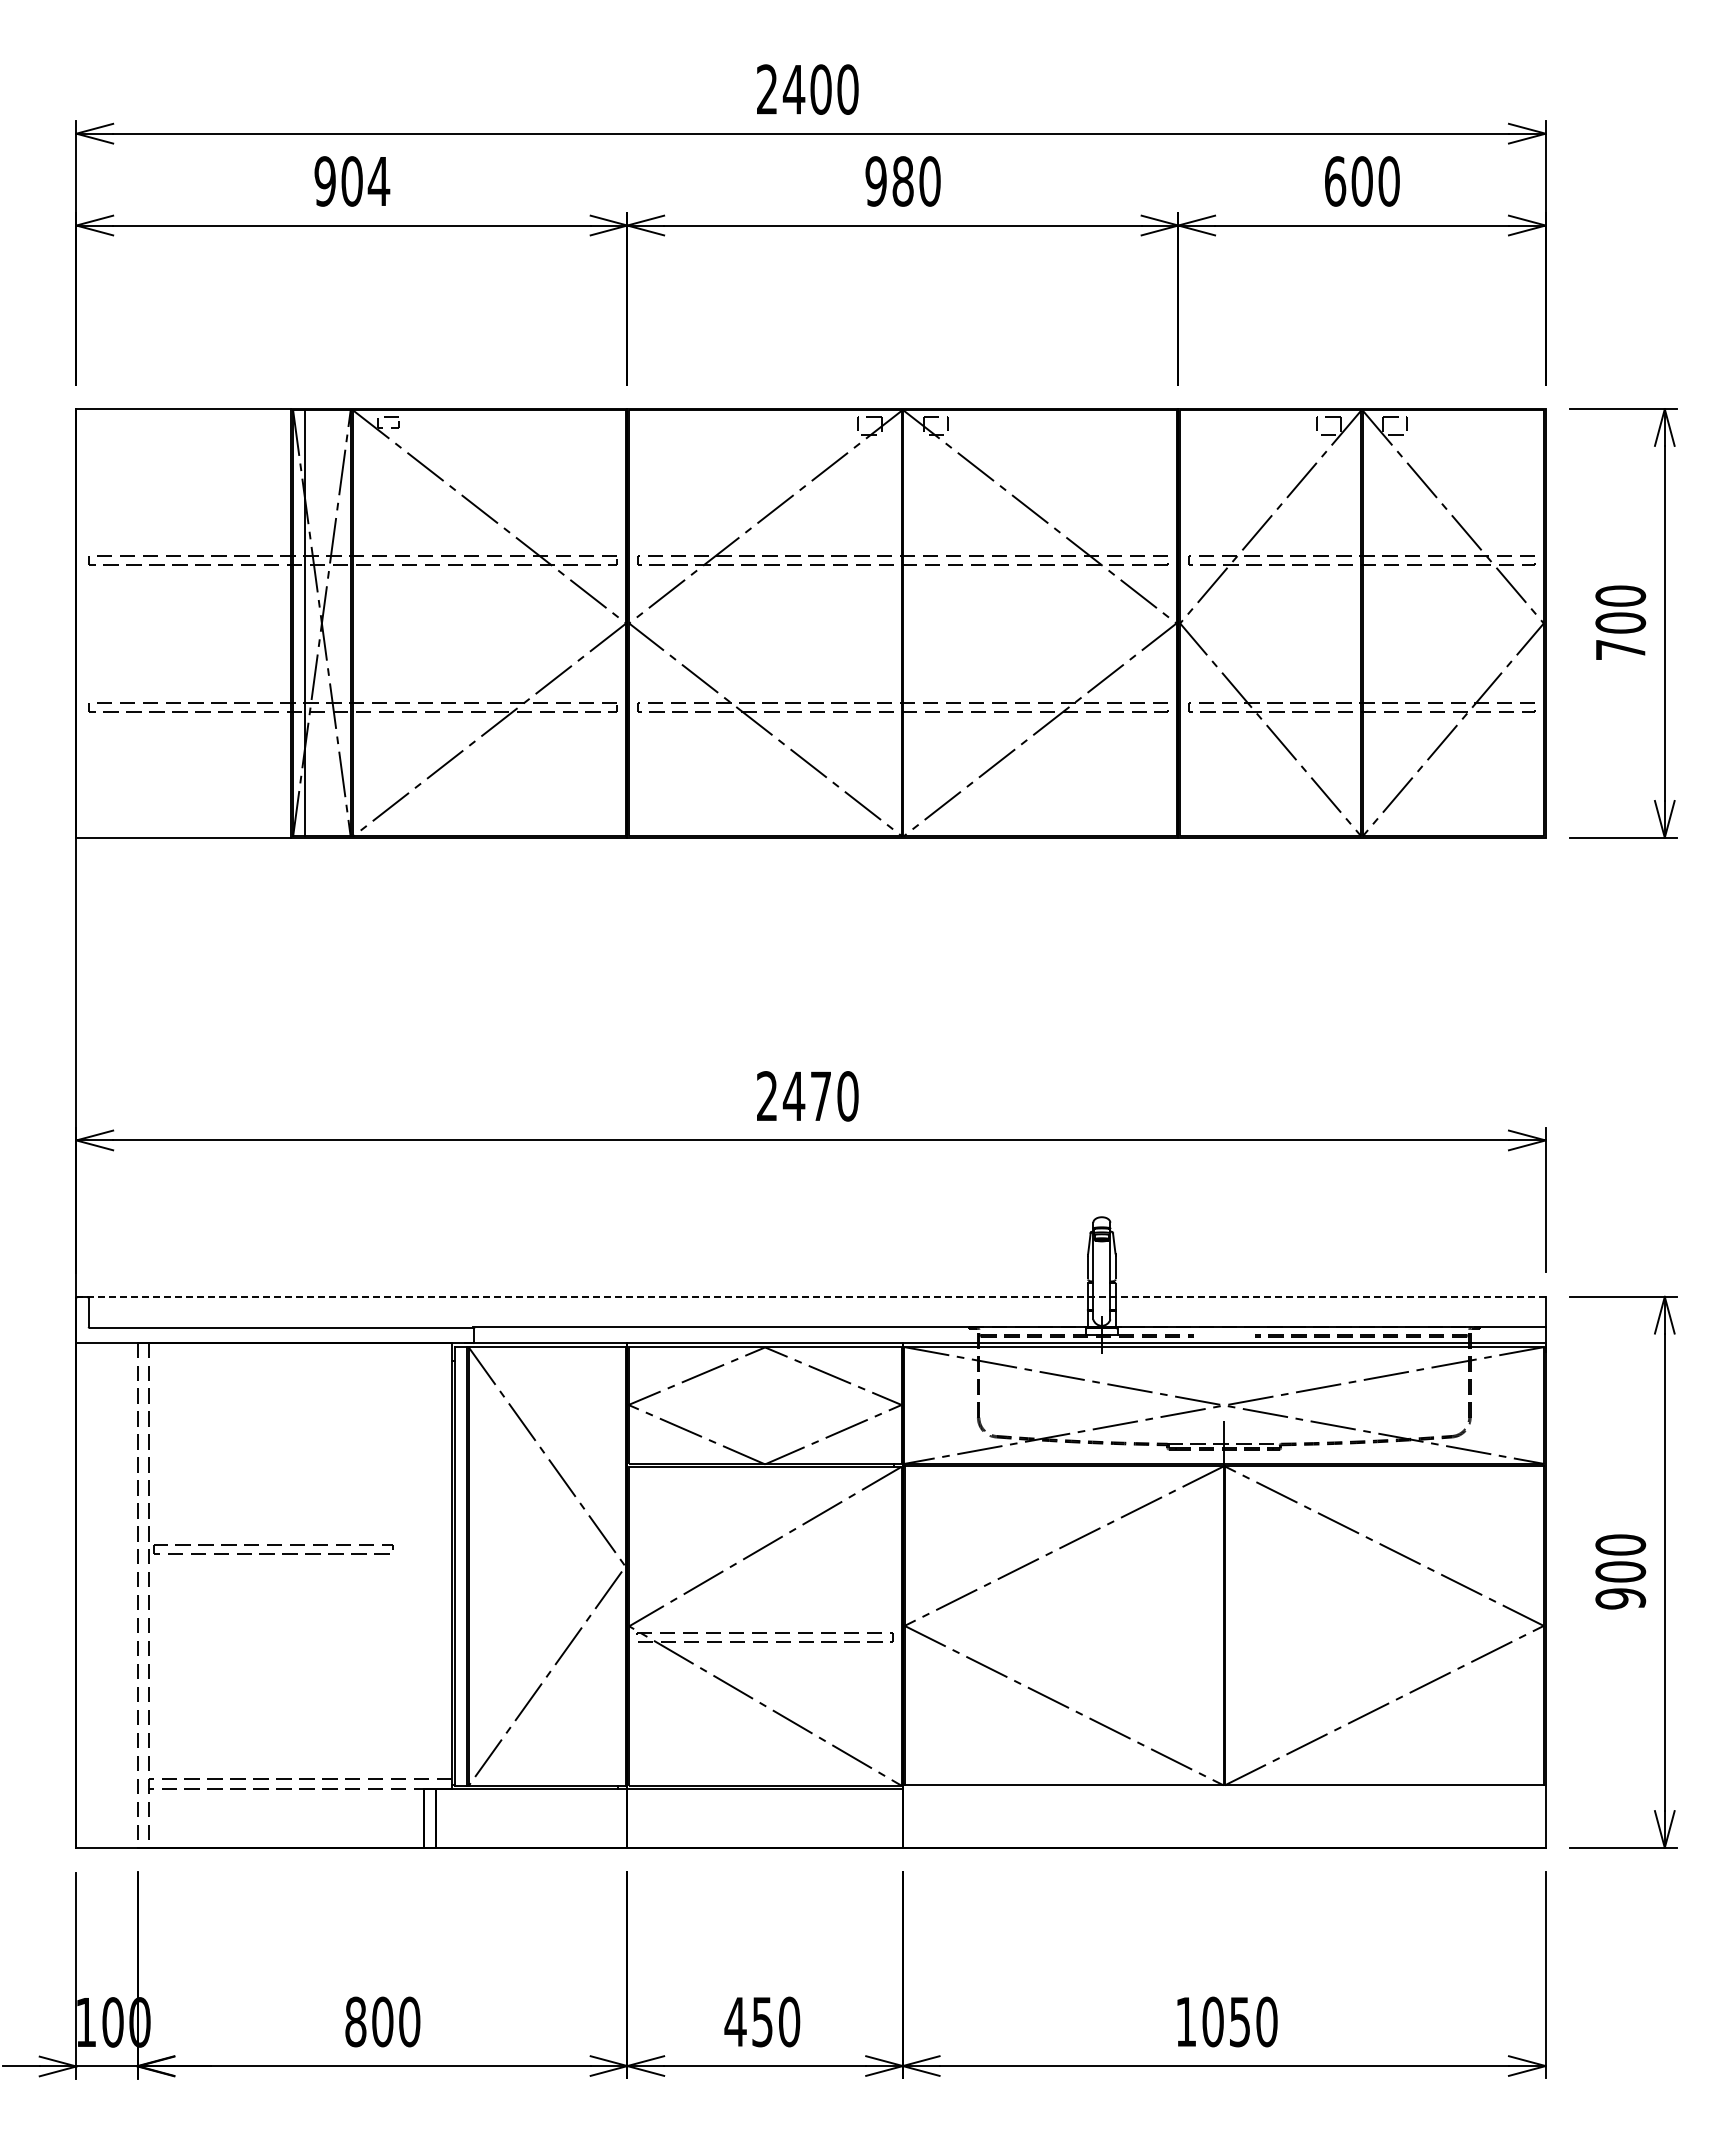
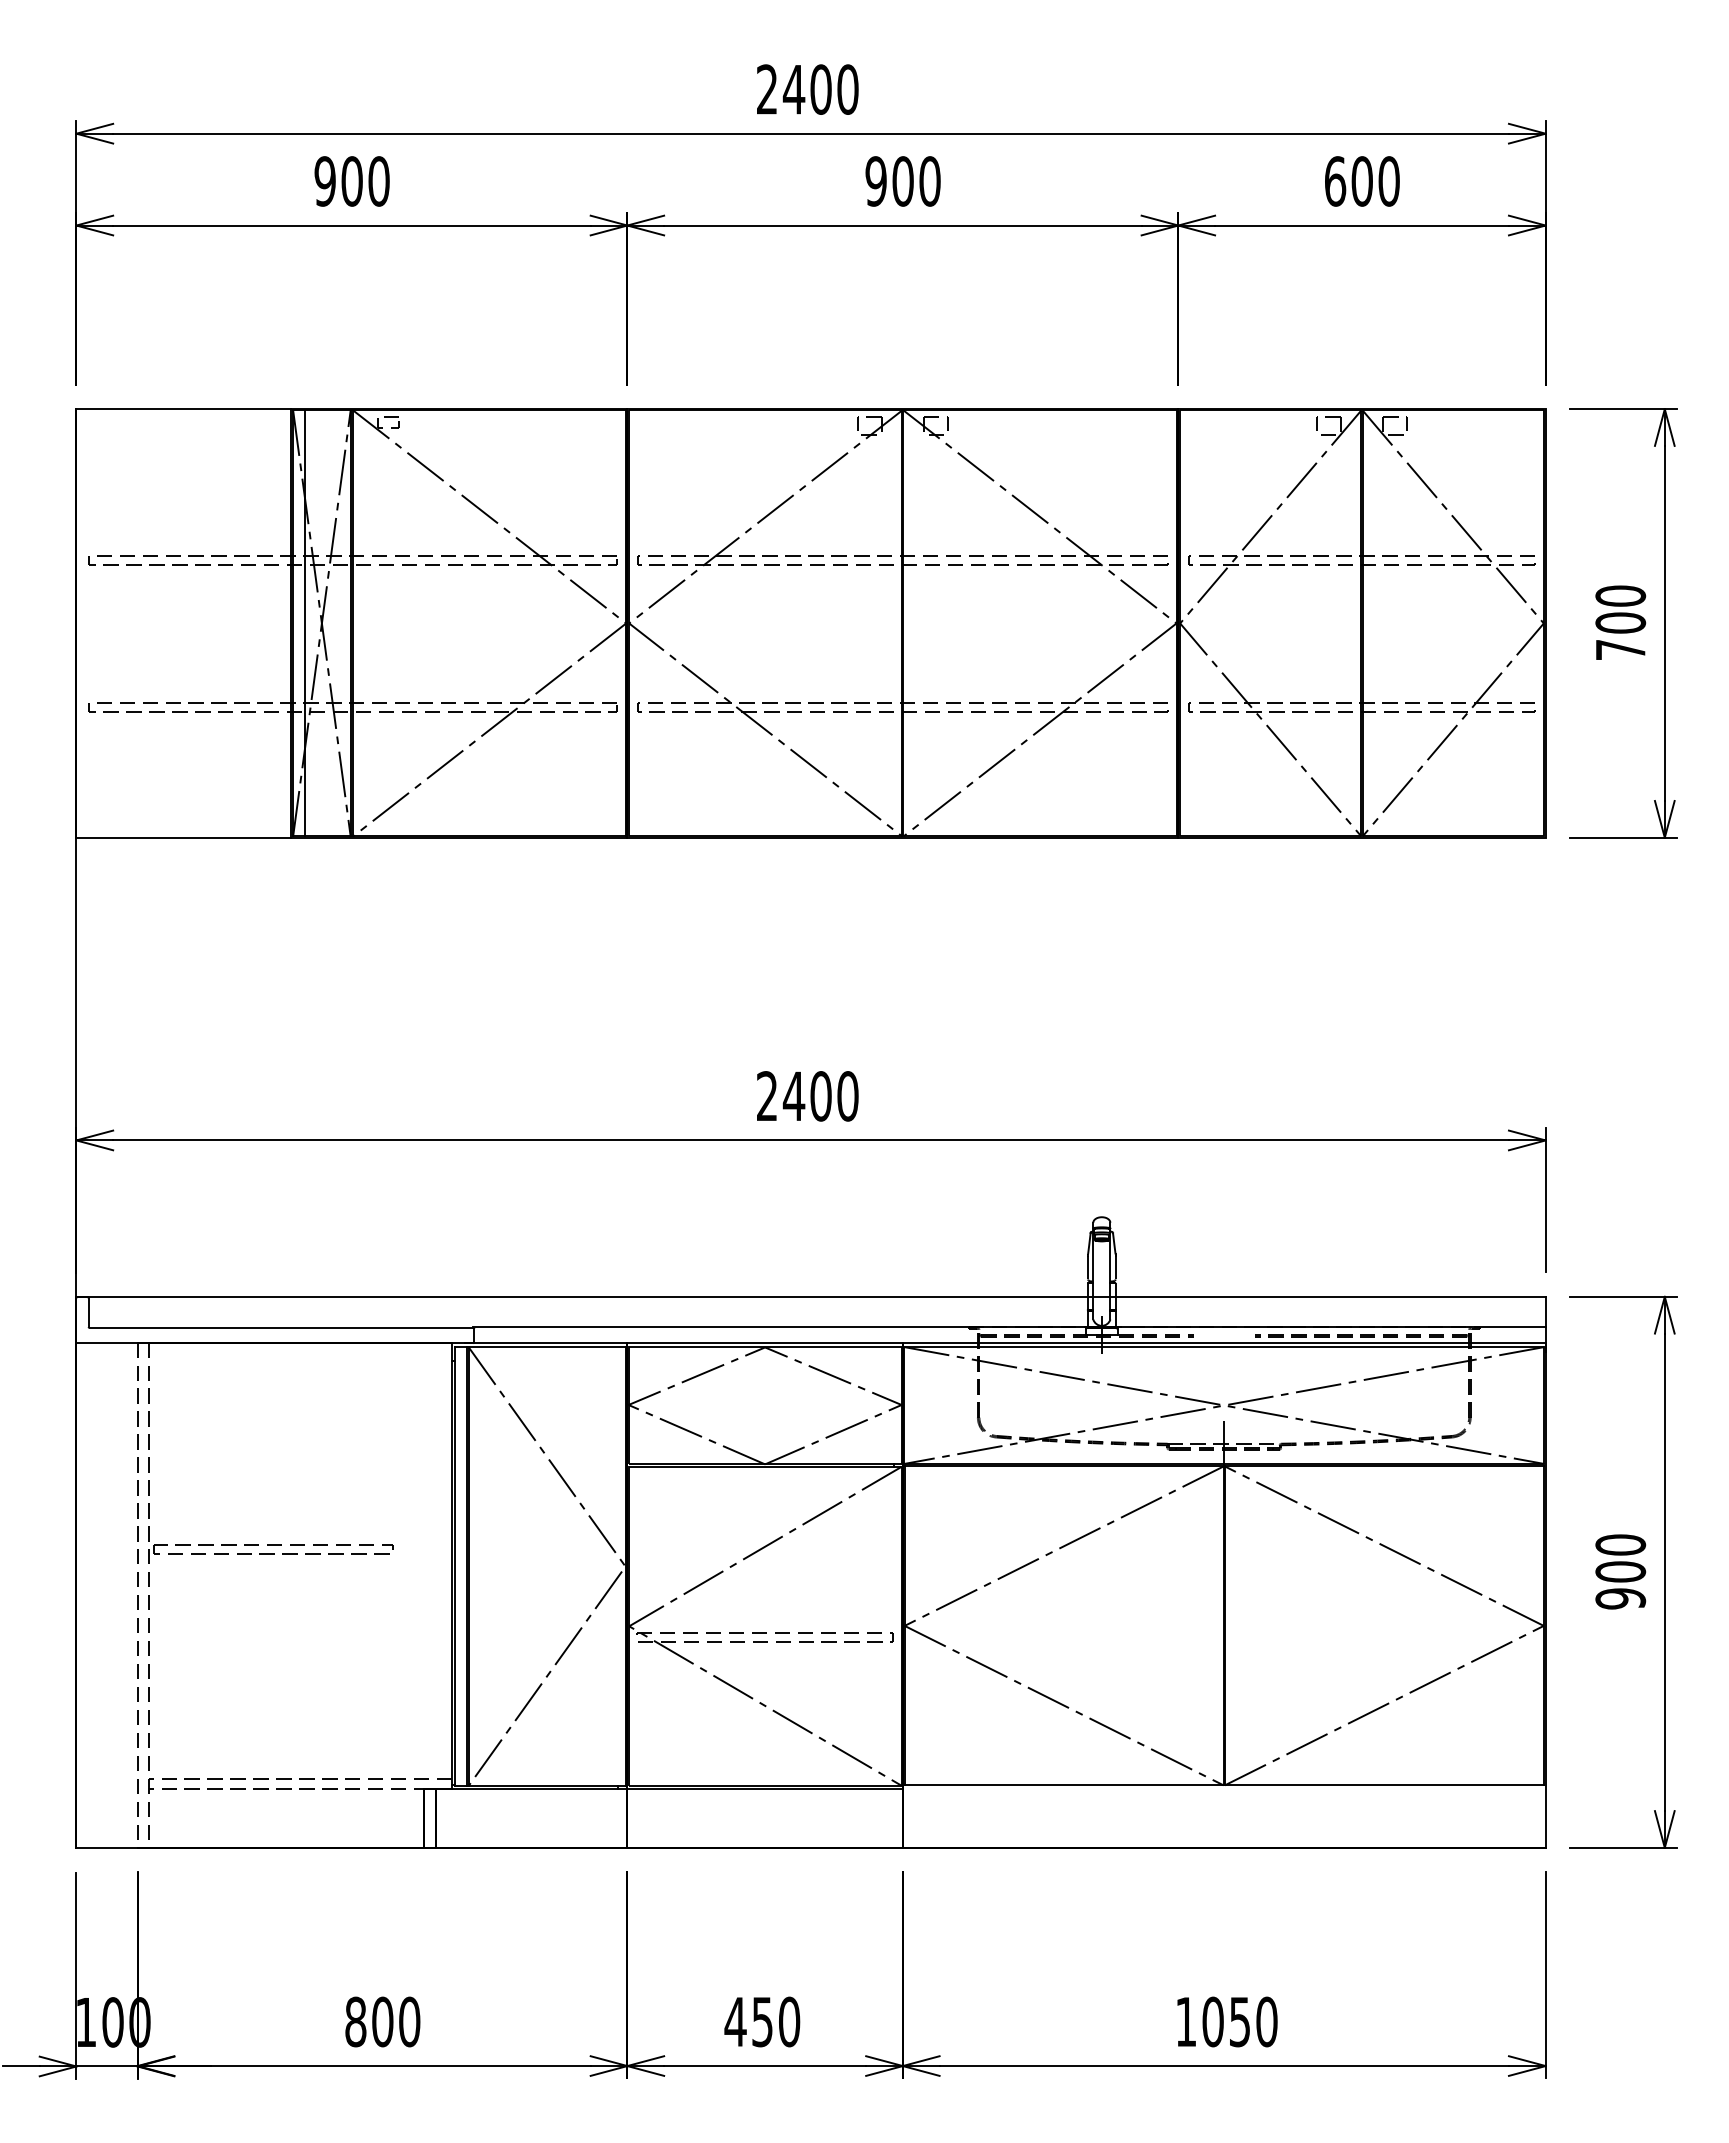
text at (378, 181): 904 -> 900
text at (902, 181): 980 -> 900
text at (820, 1096): 2470 -> 2400
line at (811, 1296): dashed -> solid
